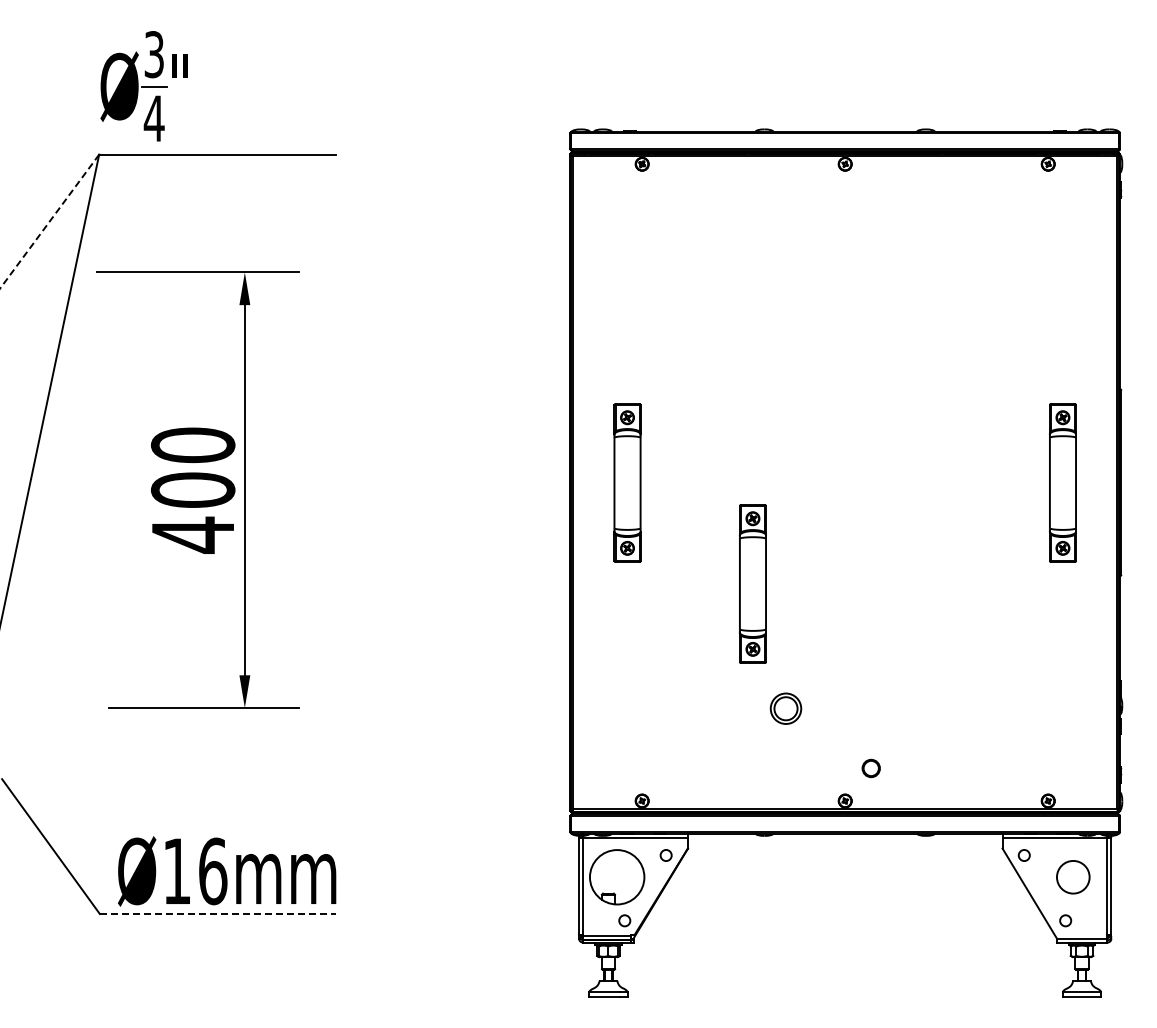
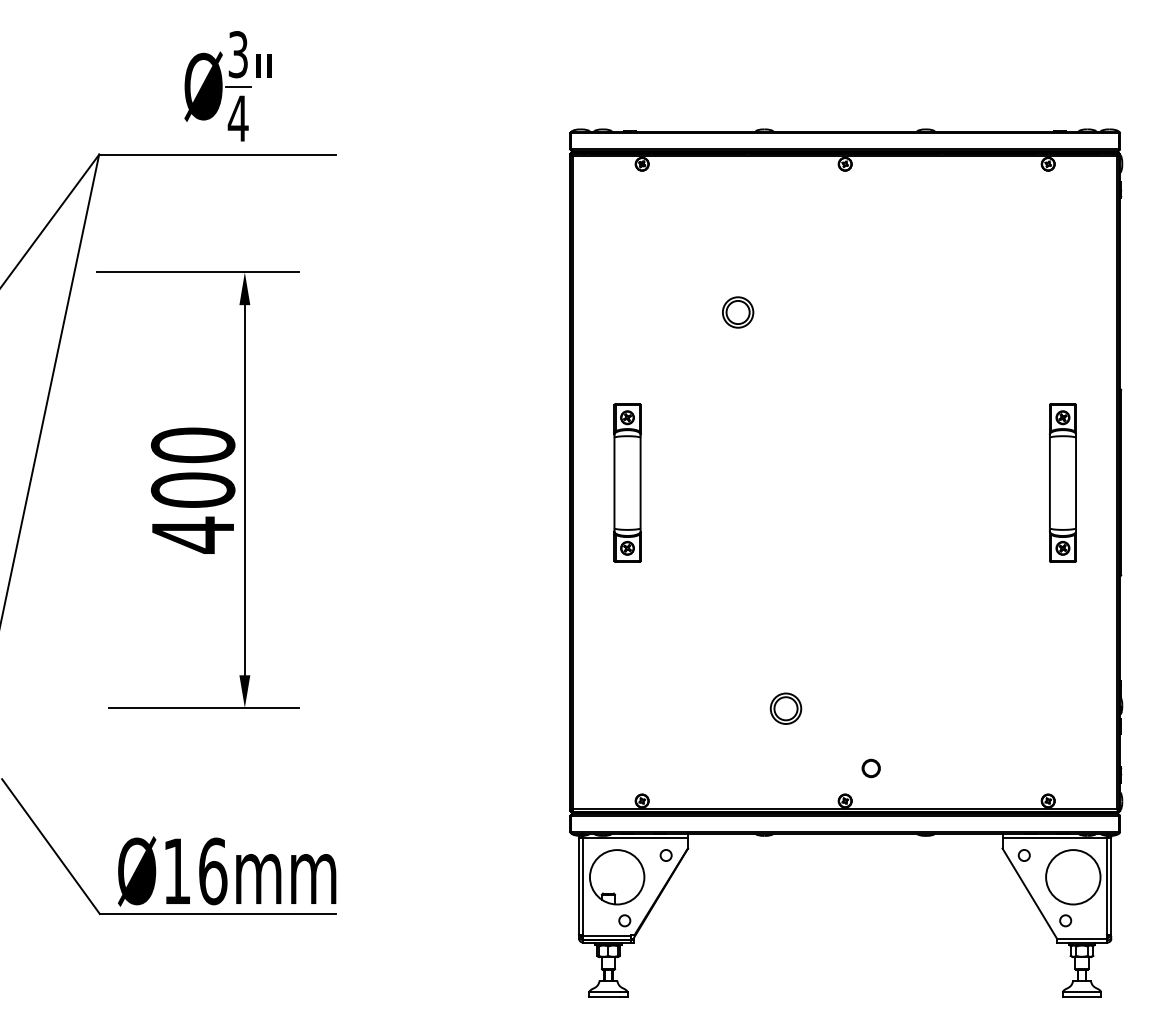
part at (143, 86) position: (143, 86) -> (227, 86)
line at (49, 222): dashed -> solid
part at (738, 312): none -> present
part at (752, 583): present -> none
circle at (1072, 876) diameter: 33 px -> 54 px
line at (218, 913): dashed -> solid
